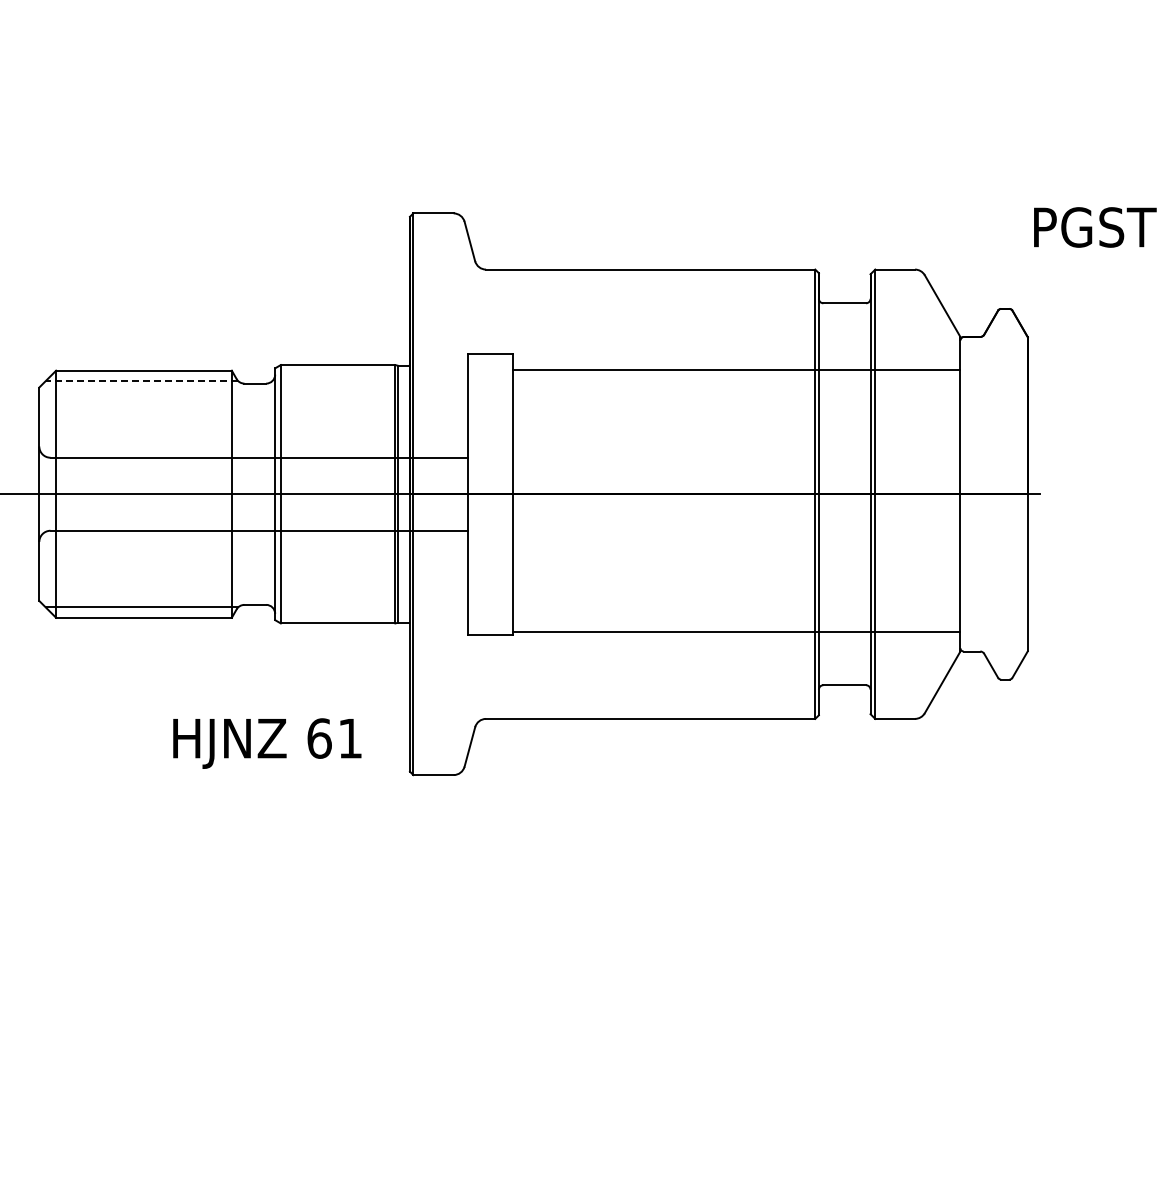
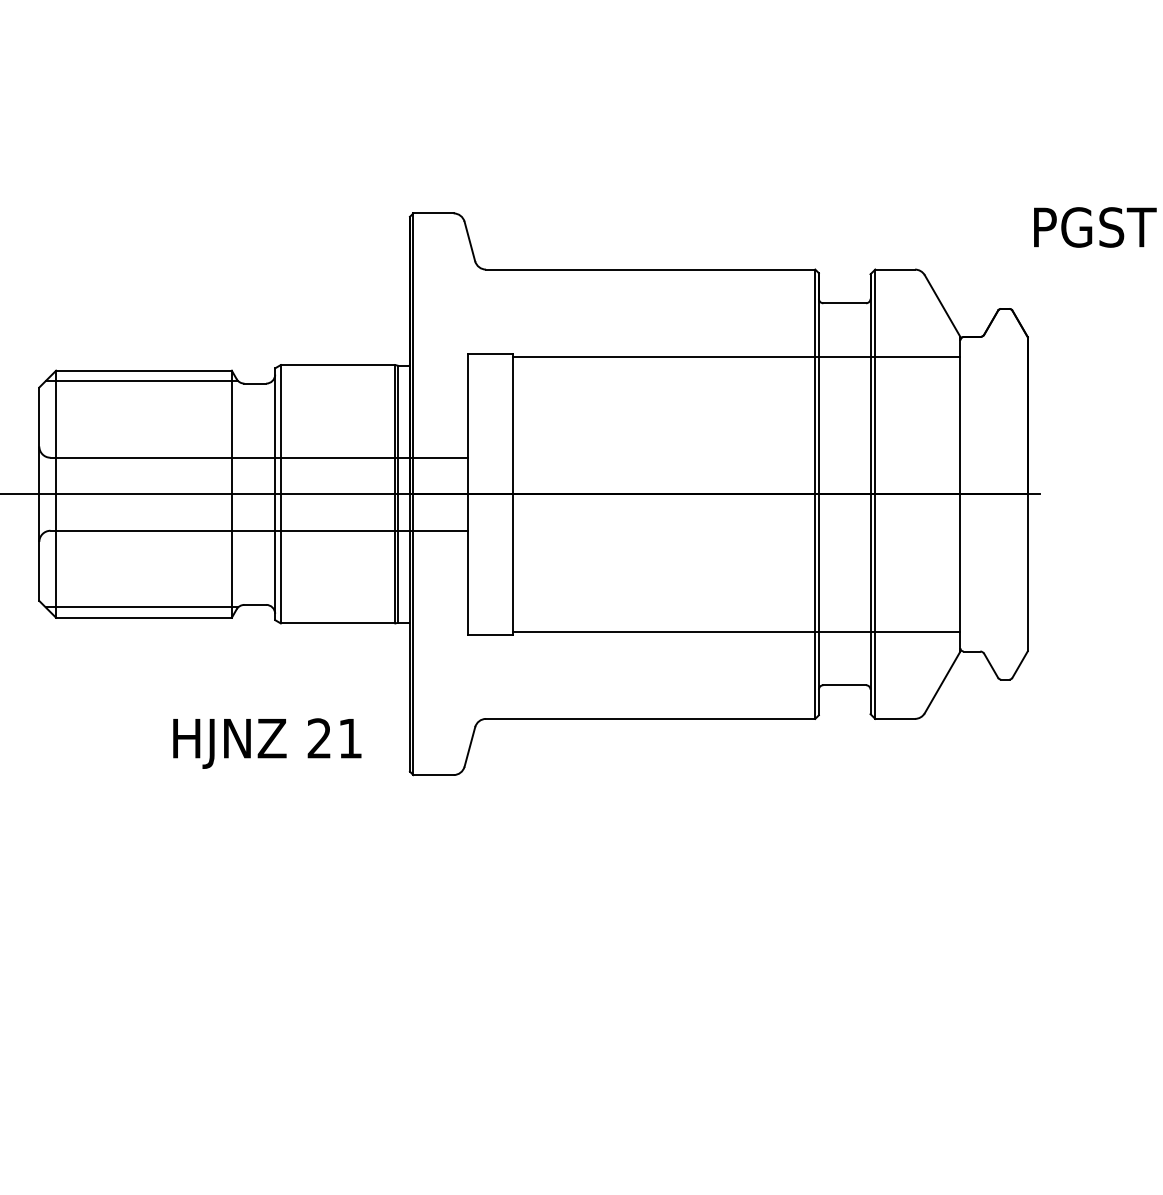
line at (736, 369) position: (736, 369) -> (736, 356)
line at (141, 381): dashed -> solid
text at (319, 738): 61 -> 21
